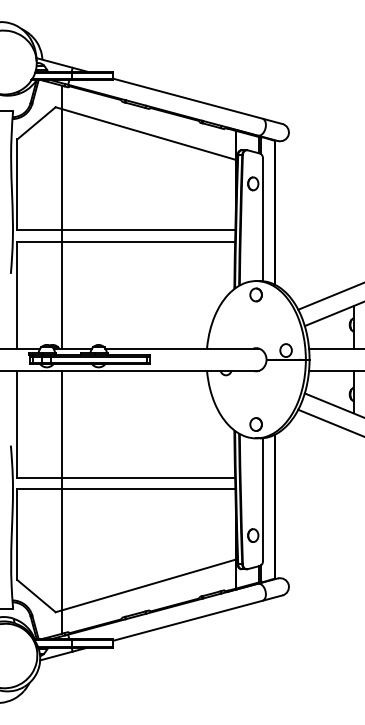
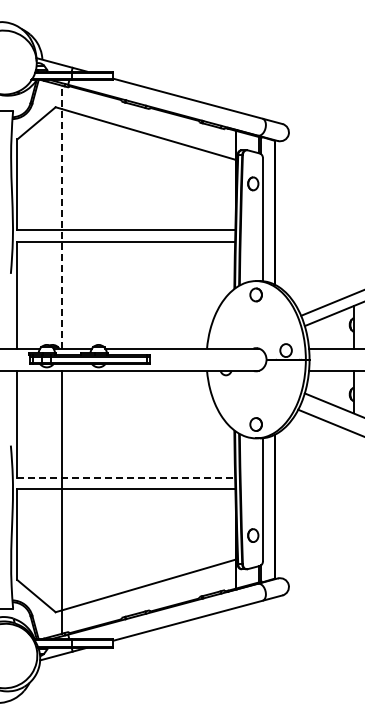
line at (61, 216): solid -> dashed
line at (329, 296) position: (329, 296) -> (331, 303)
line at (126, 477): solid -> dashed
